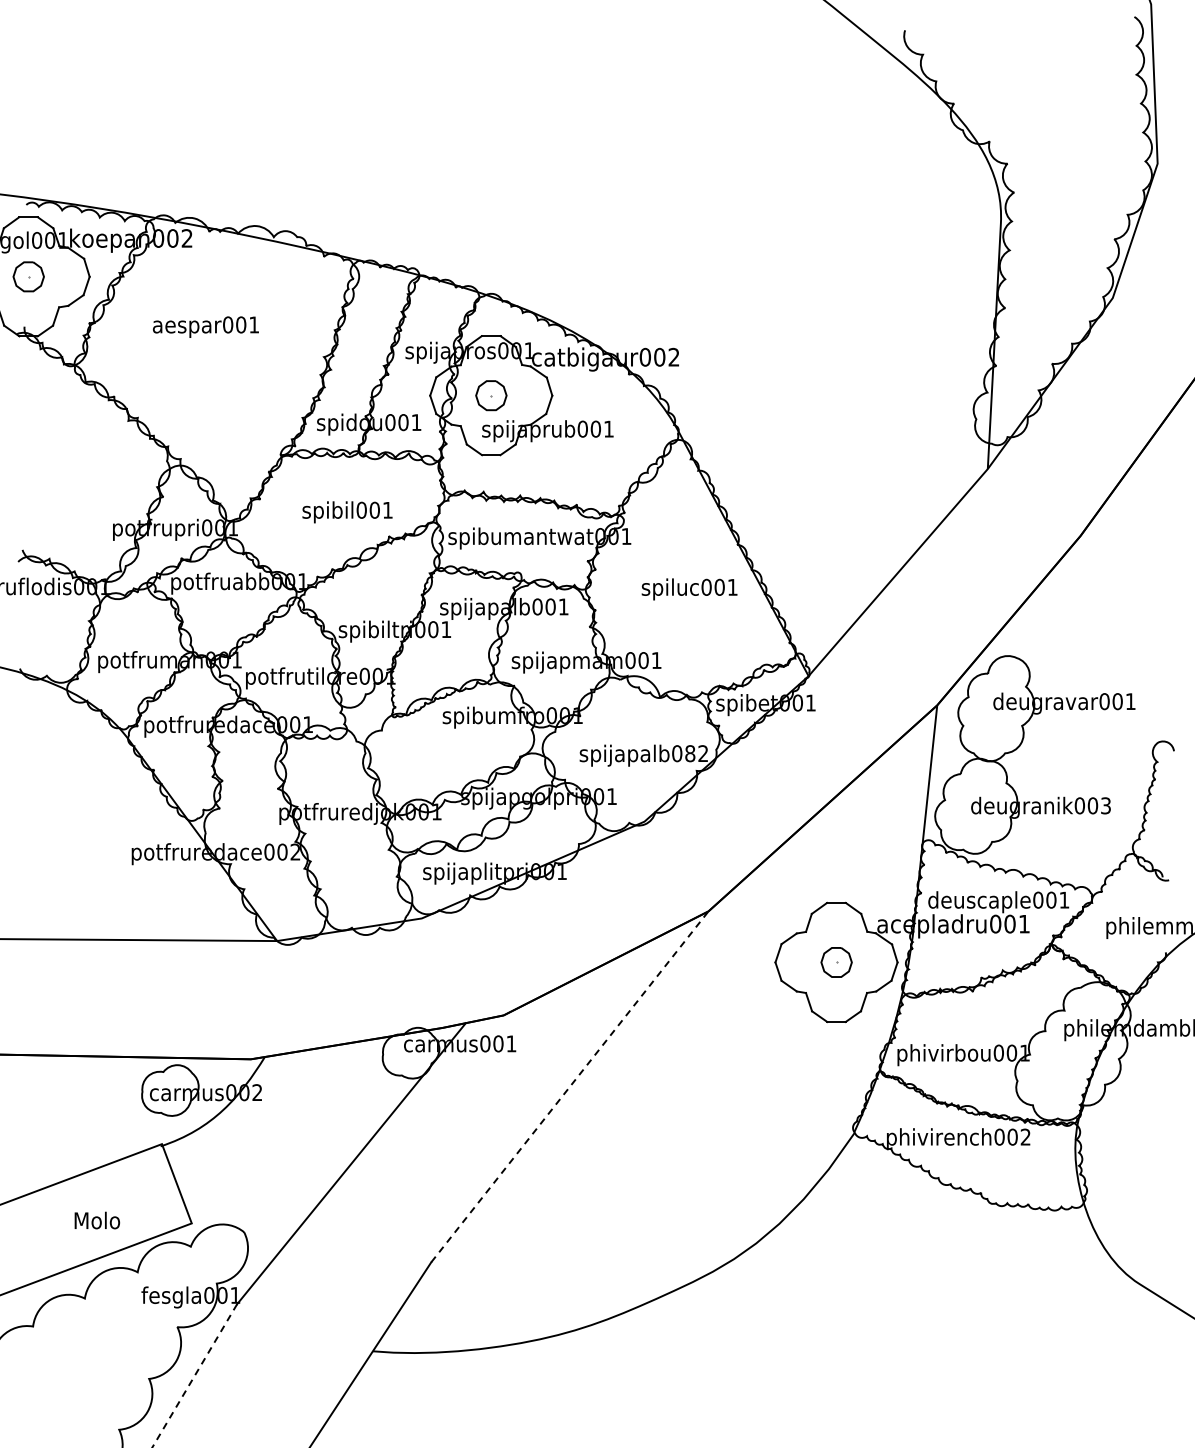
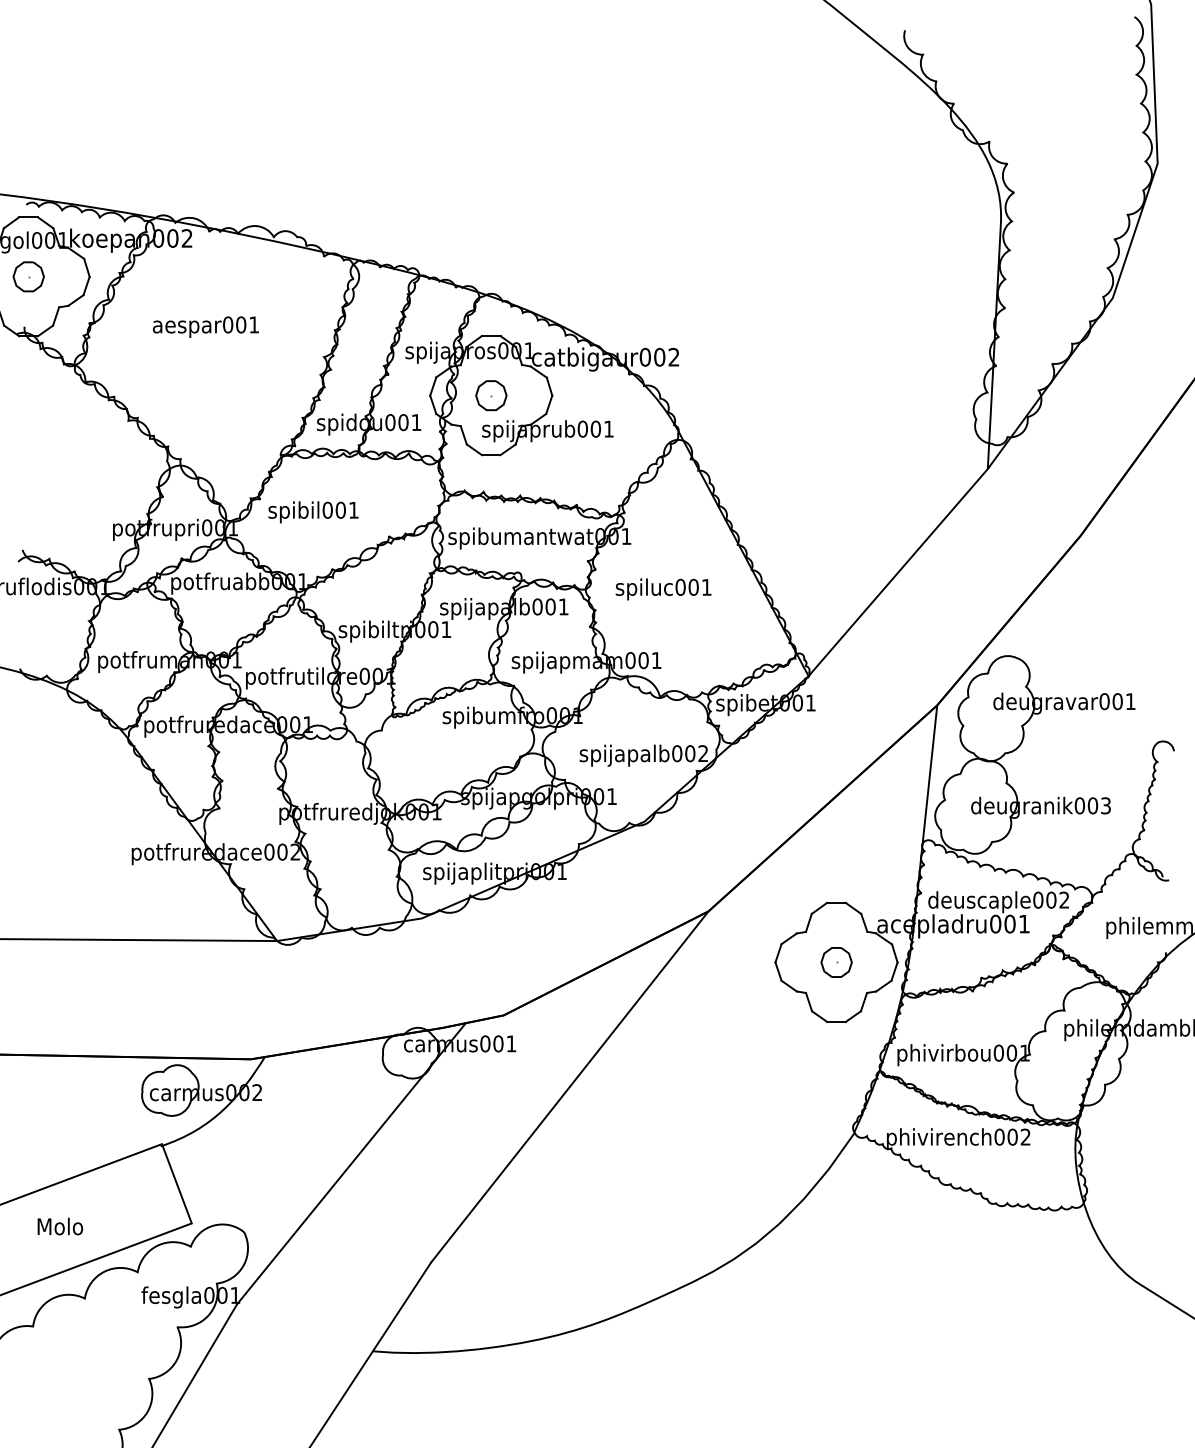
text at (347, 512) position: (347, 512) -> (313, 512)
text at (689, 589) position: (689, 589) -> (663, 589)
text at (690, 753): spijapalb082 -> spijapalb002
text at (1064, 899): deuscaple001 -> deuscaple002
line at (569, 1086): dashed -> solid
text at (97, 1220) position: (97, 1220) -> (60, 1226)
line at (194, 1376): dashed -> solid
